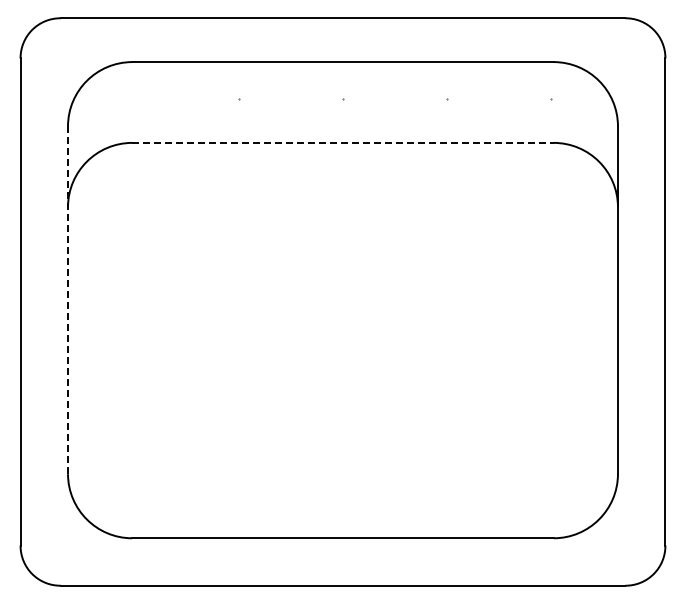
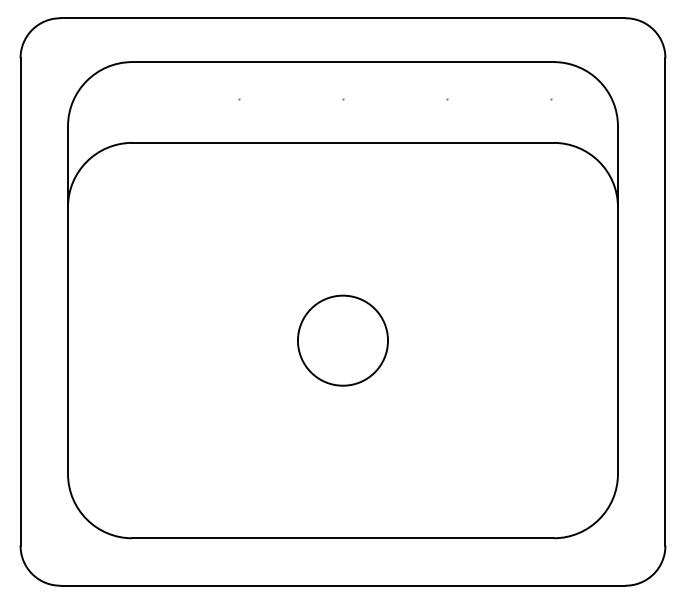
line at (343, 142): dashed -> solid
line at (68, 300): dashed -> solid
circle at (342, 340): none -> present
